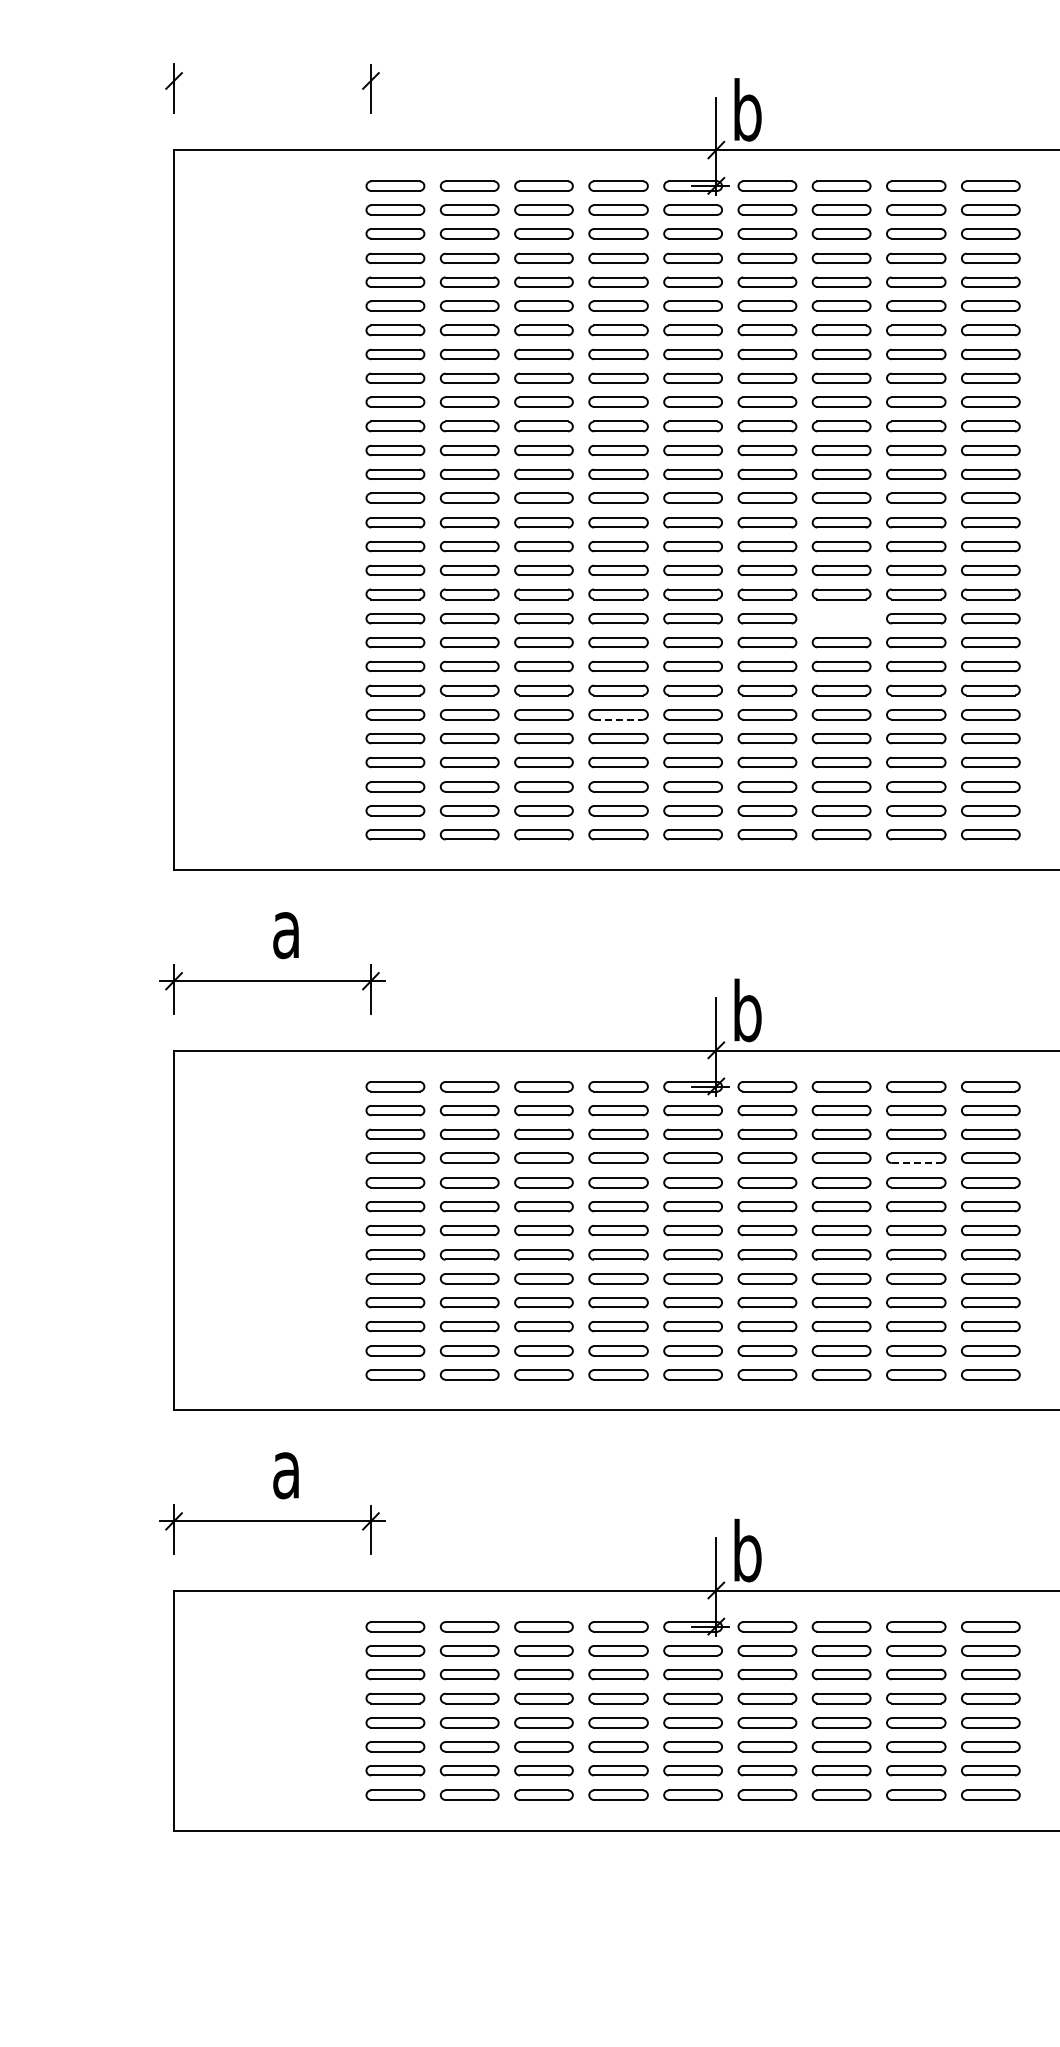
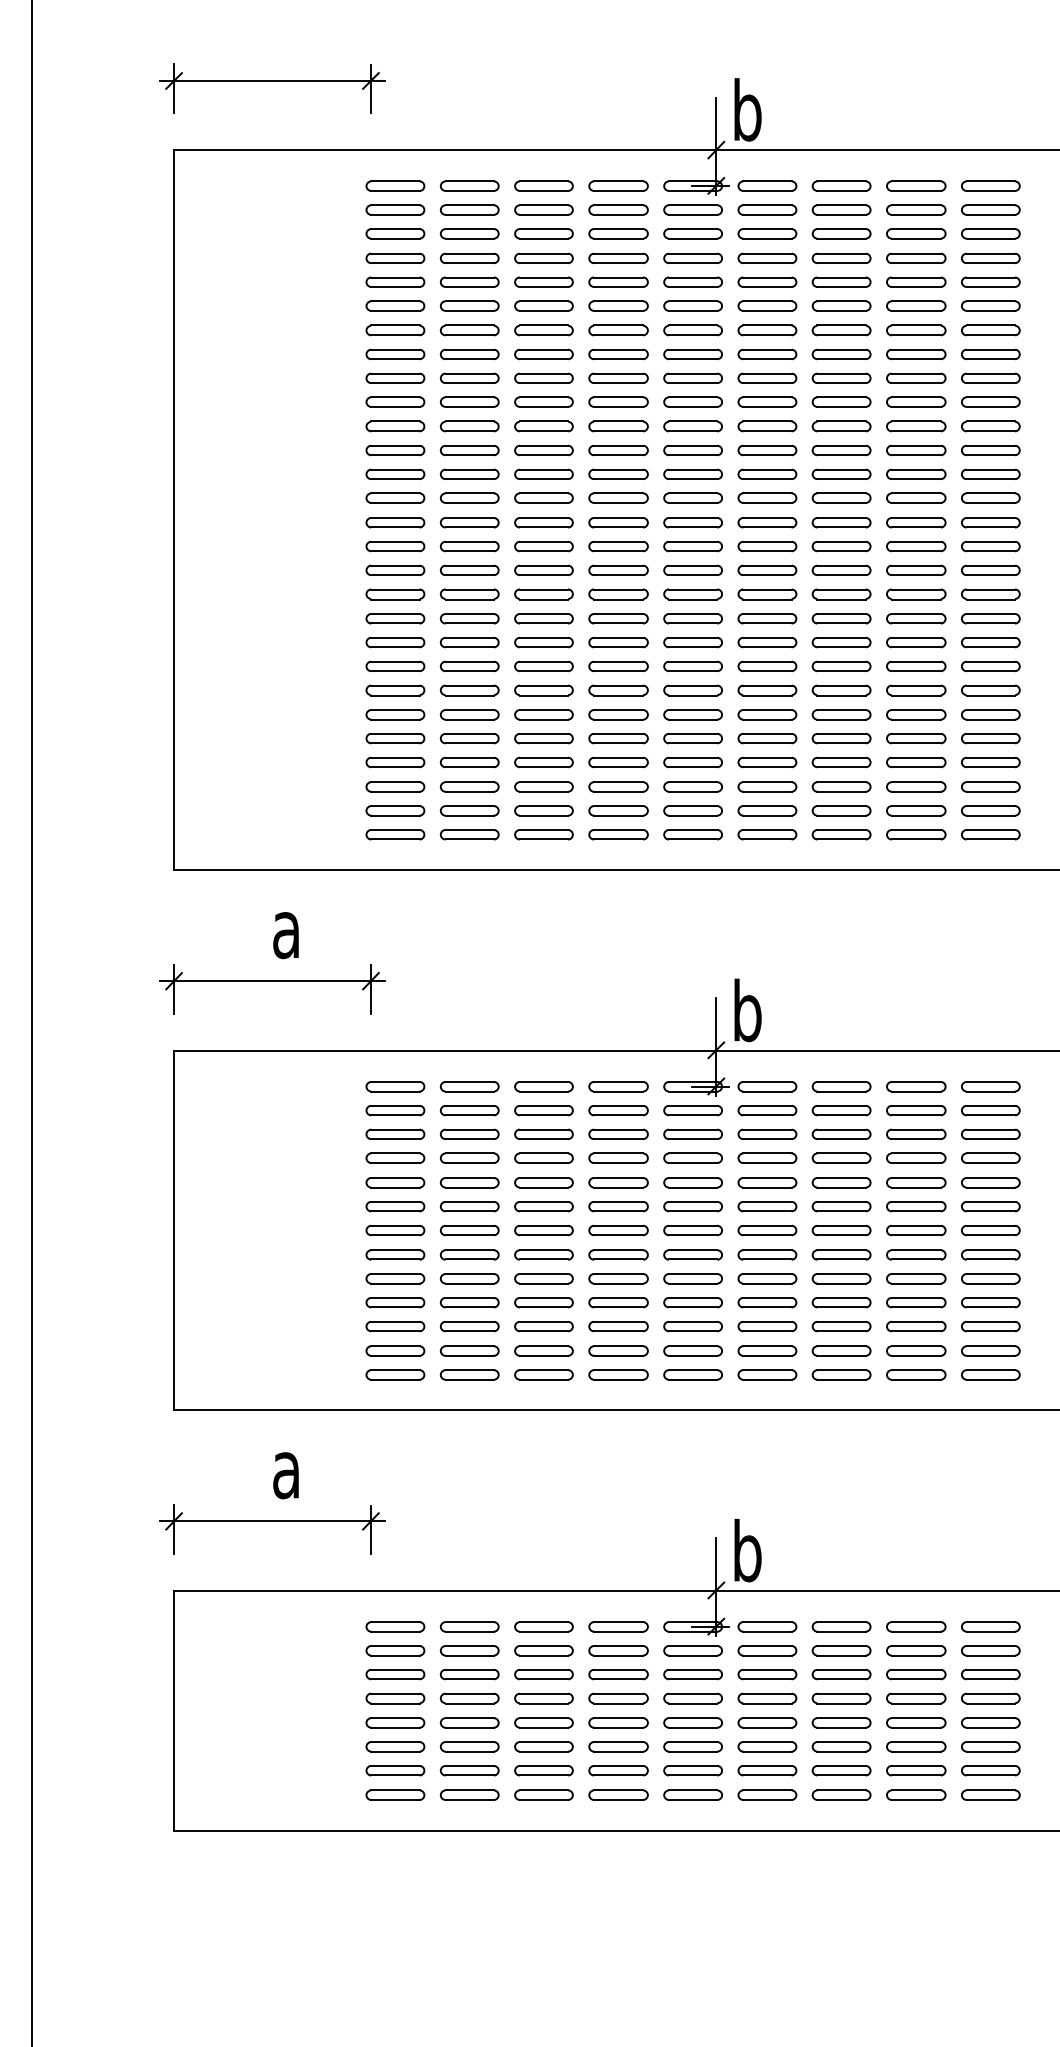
line at (272, 80): none -> present
part at (841, 618): none -> present
line at (618, 719): dashed -> solid
line at (32, 1022): none -> present
line at (916, 1163): dashed -> solid
